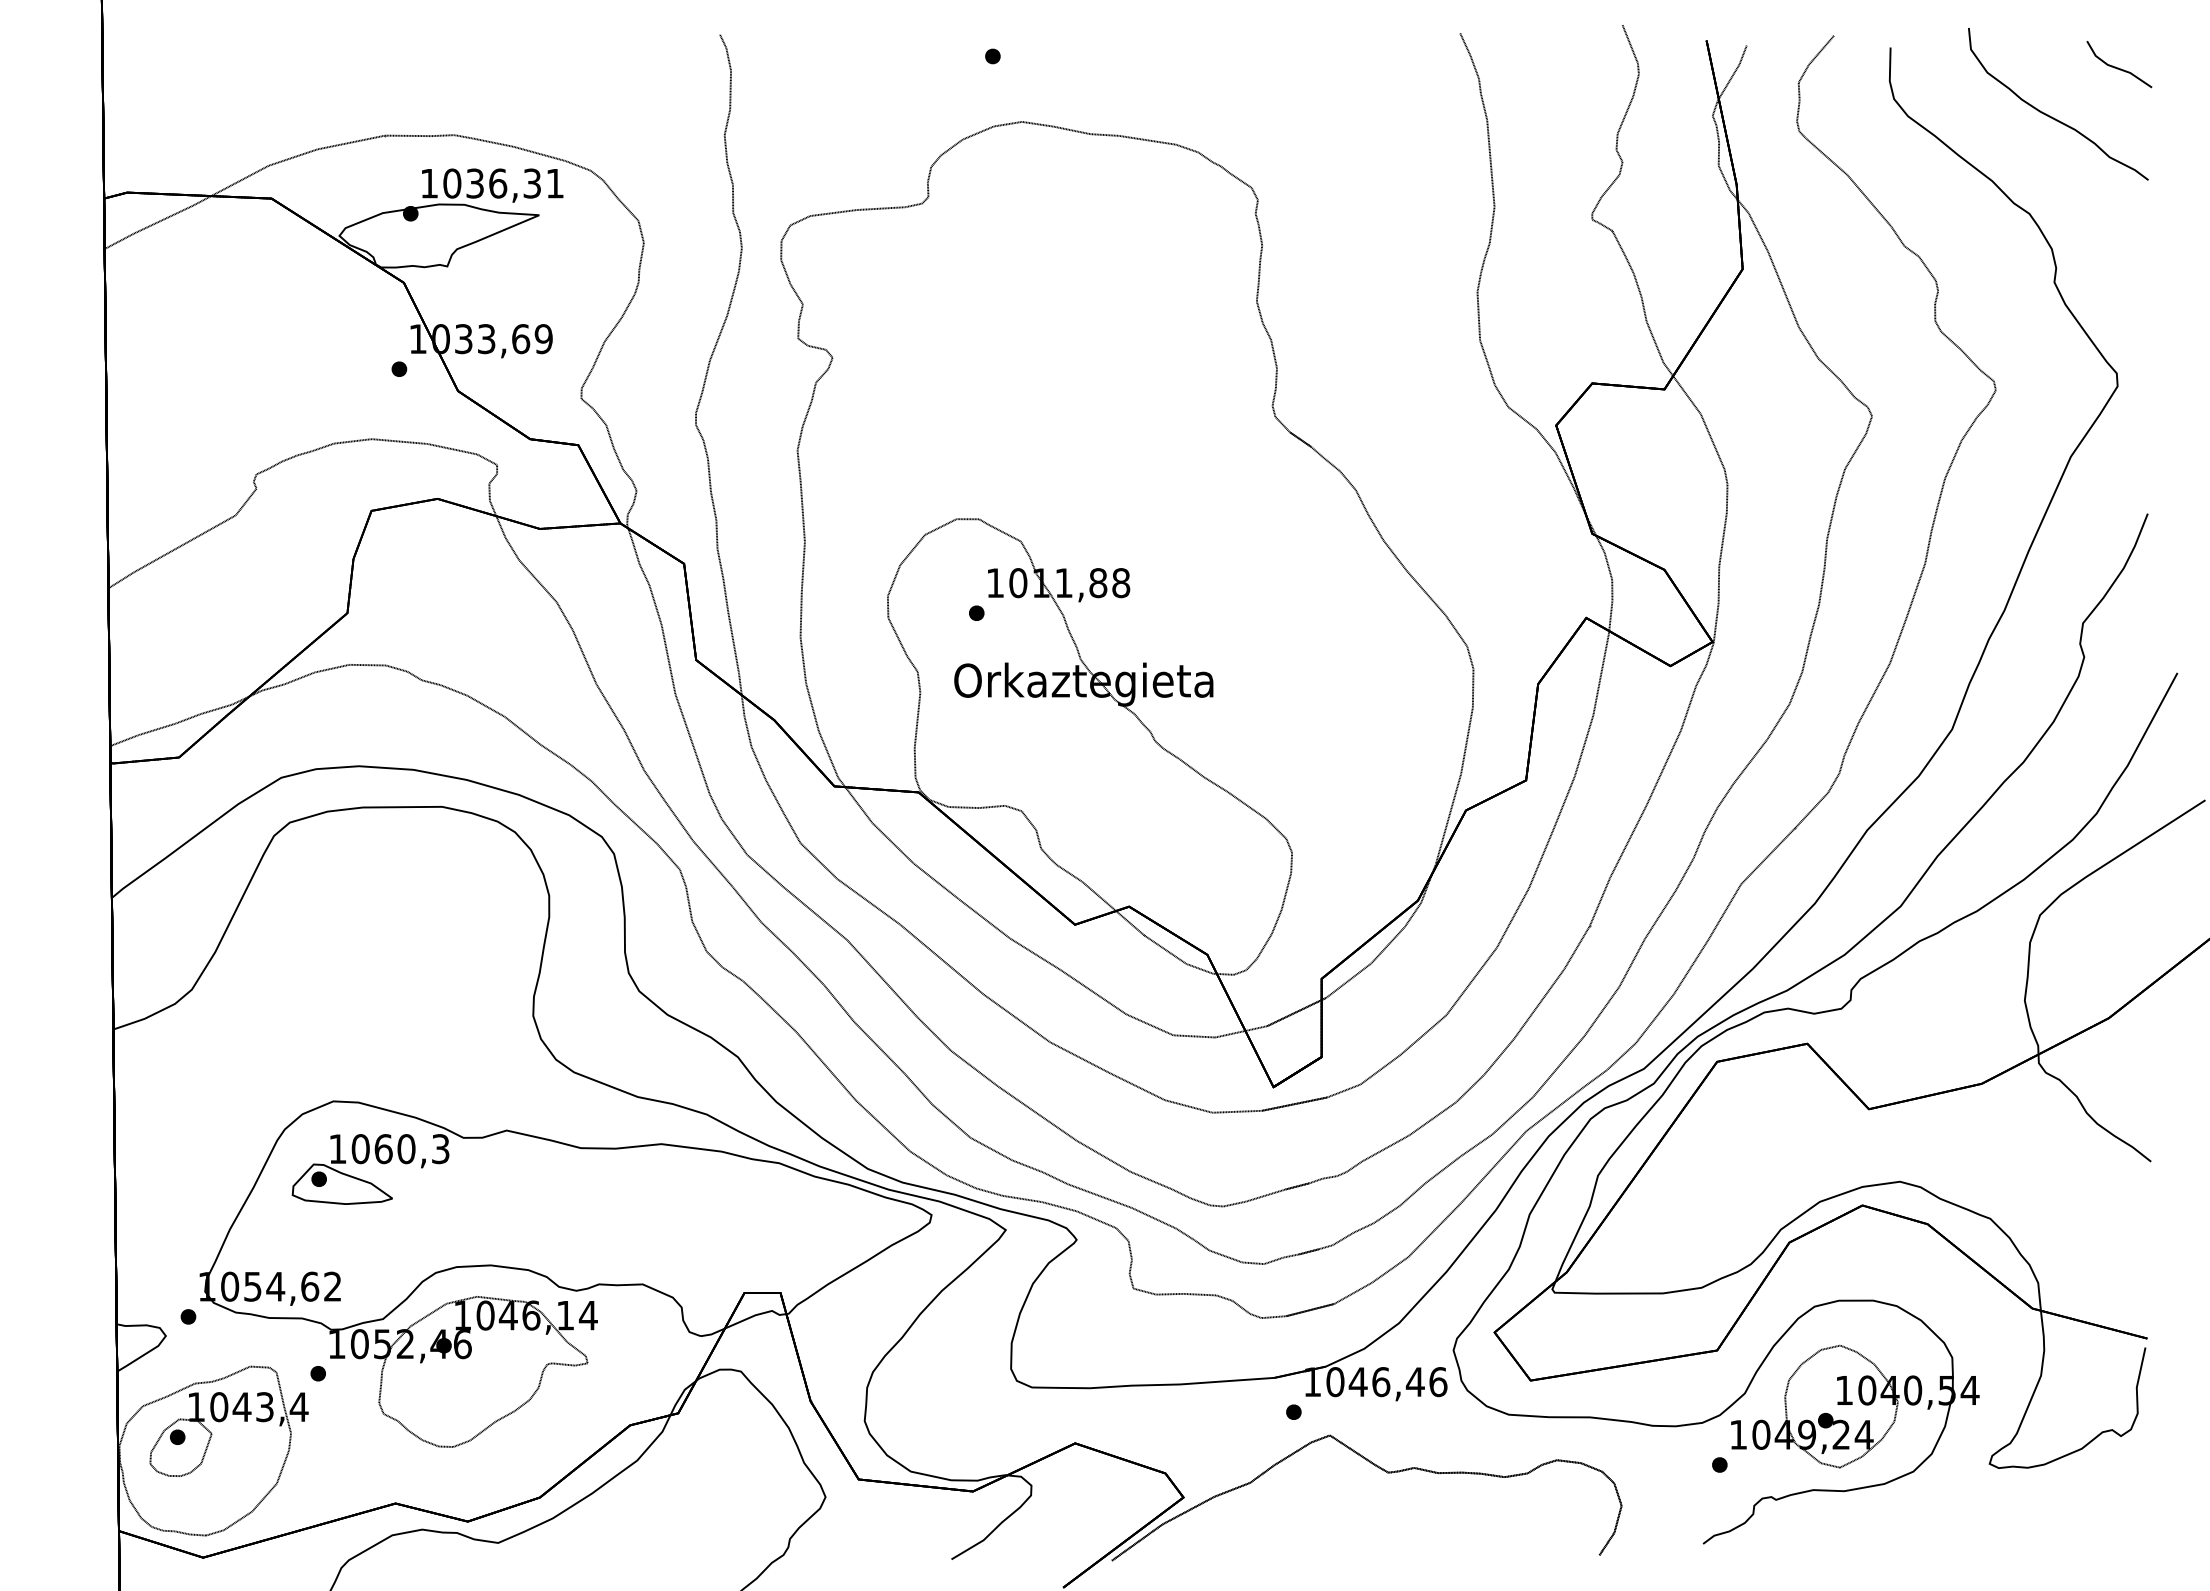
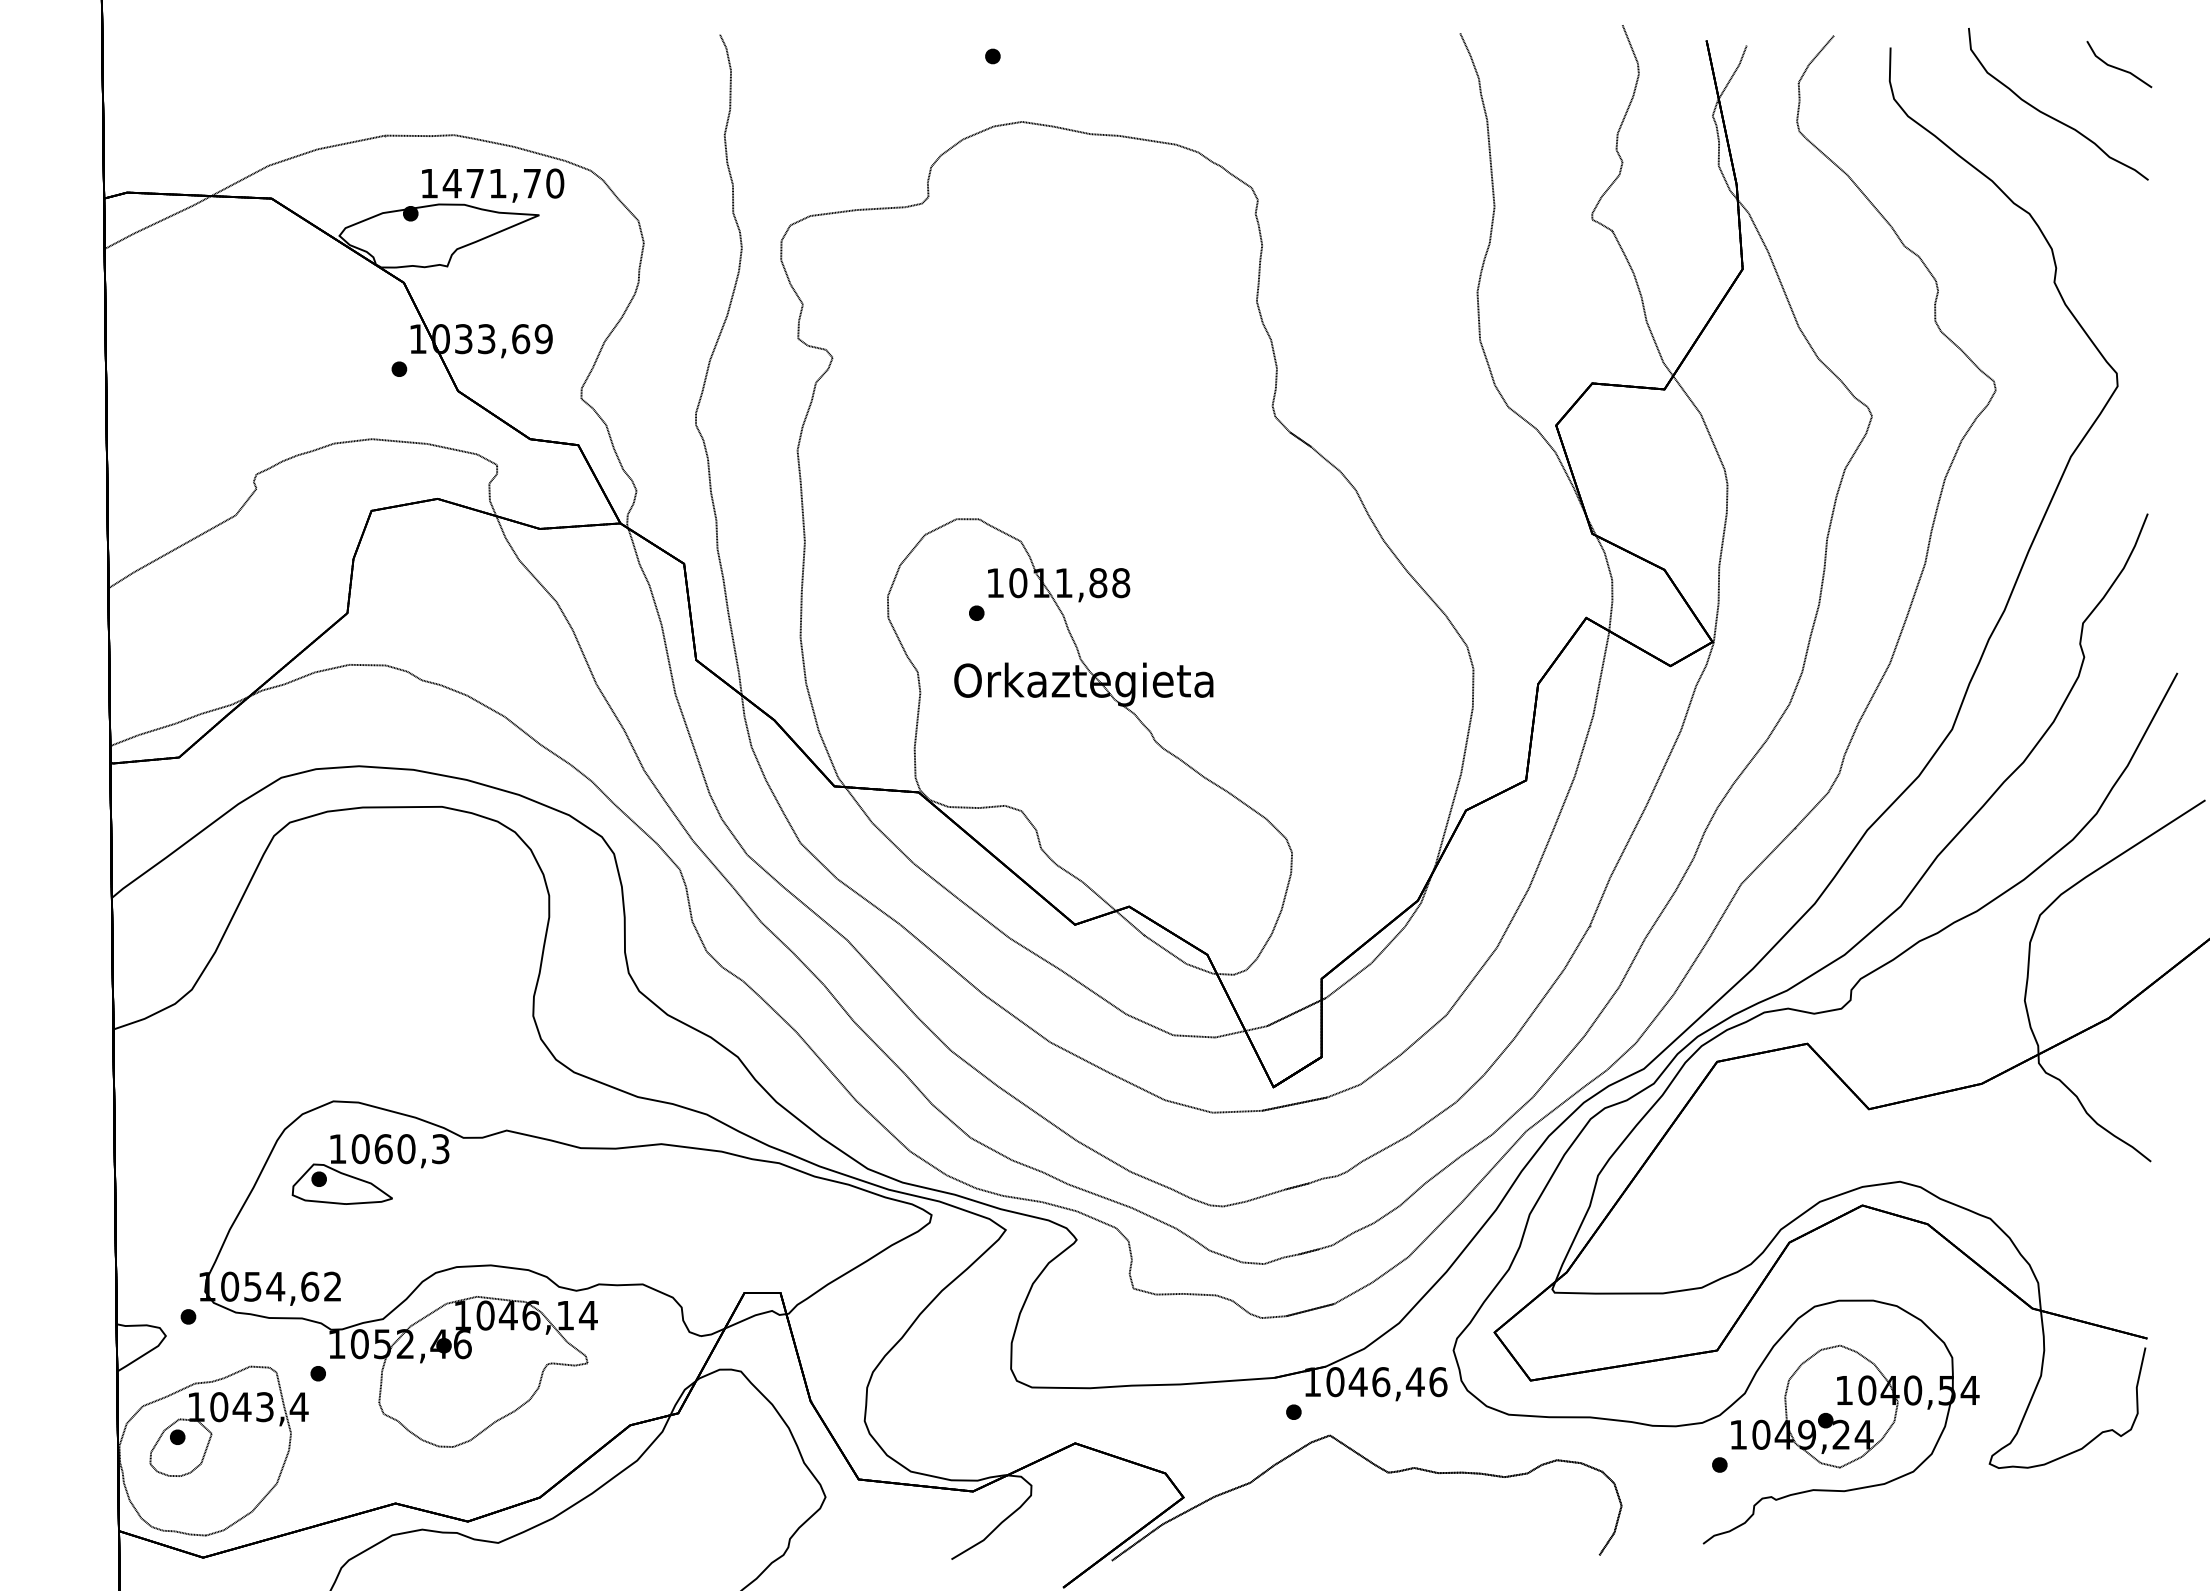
text at (503, 183): 1036,31 -> 1471,70
